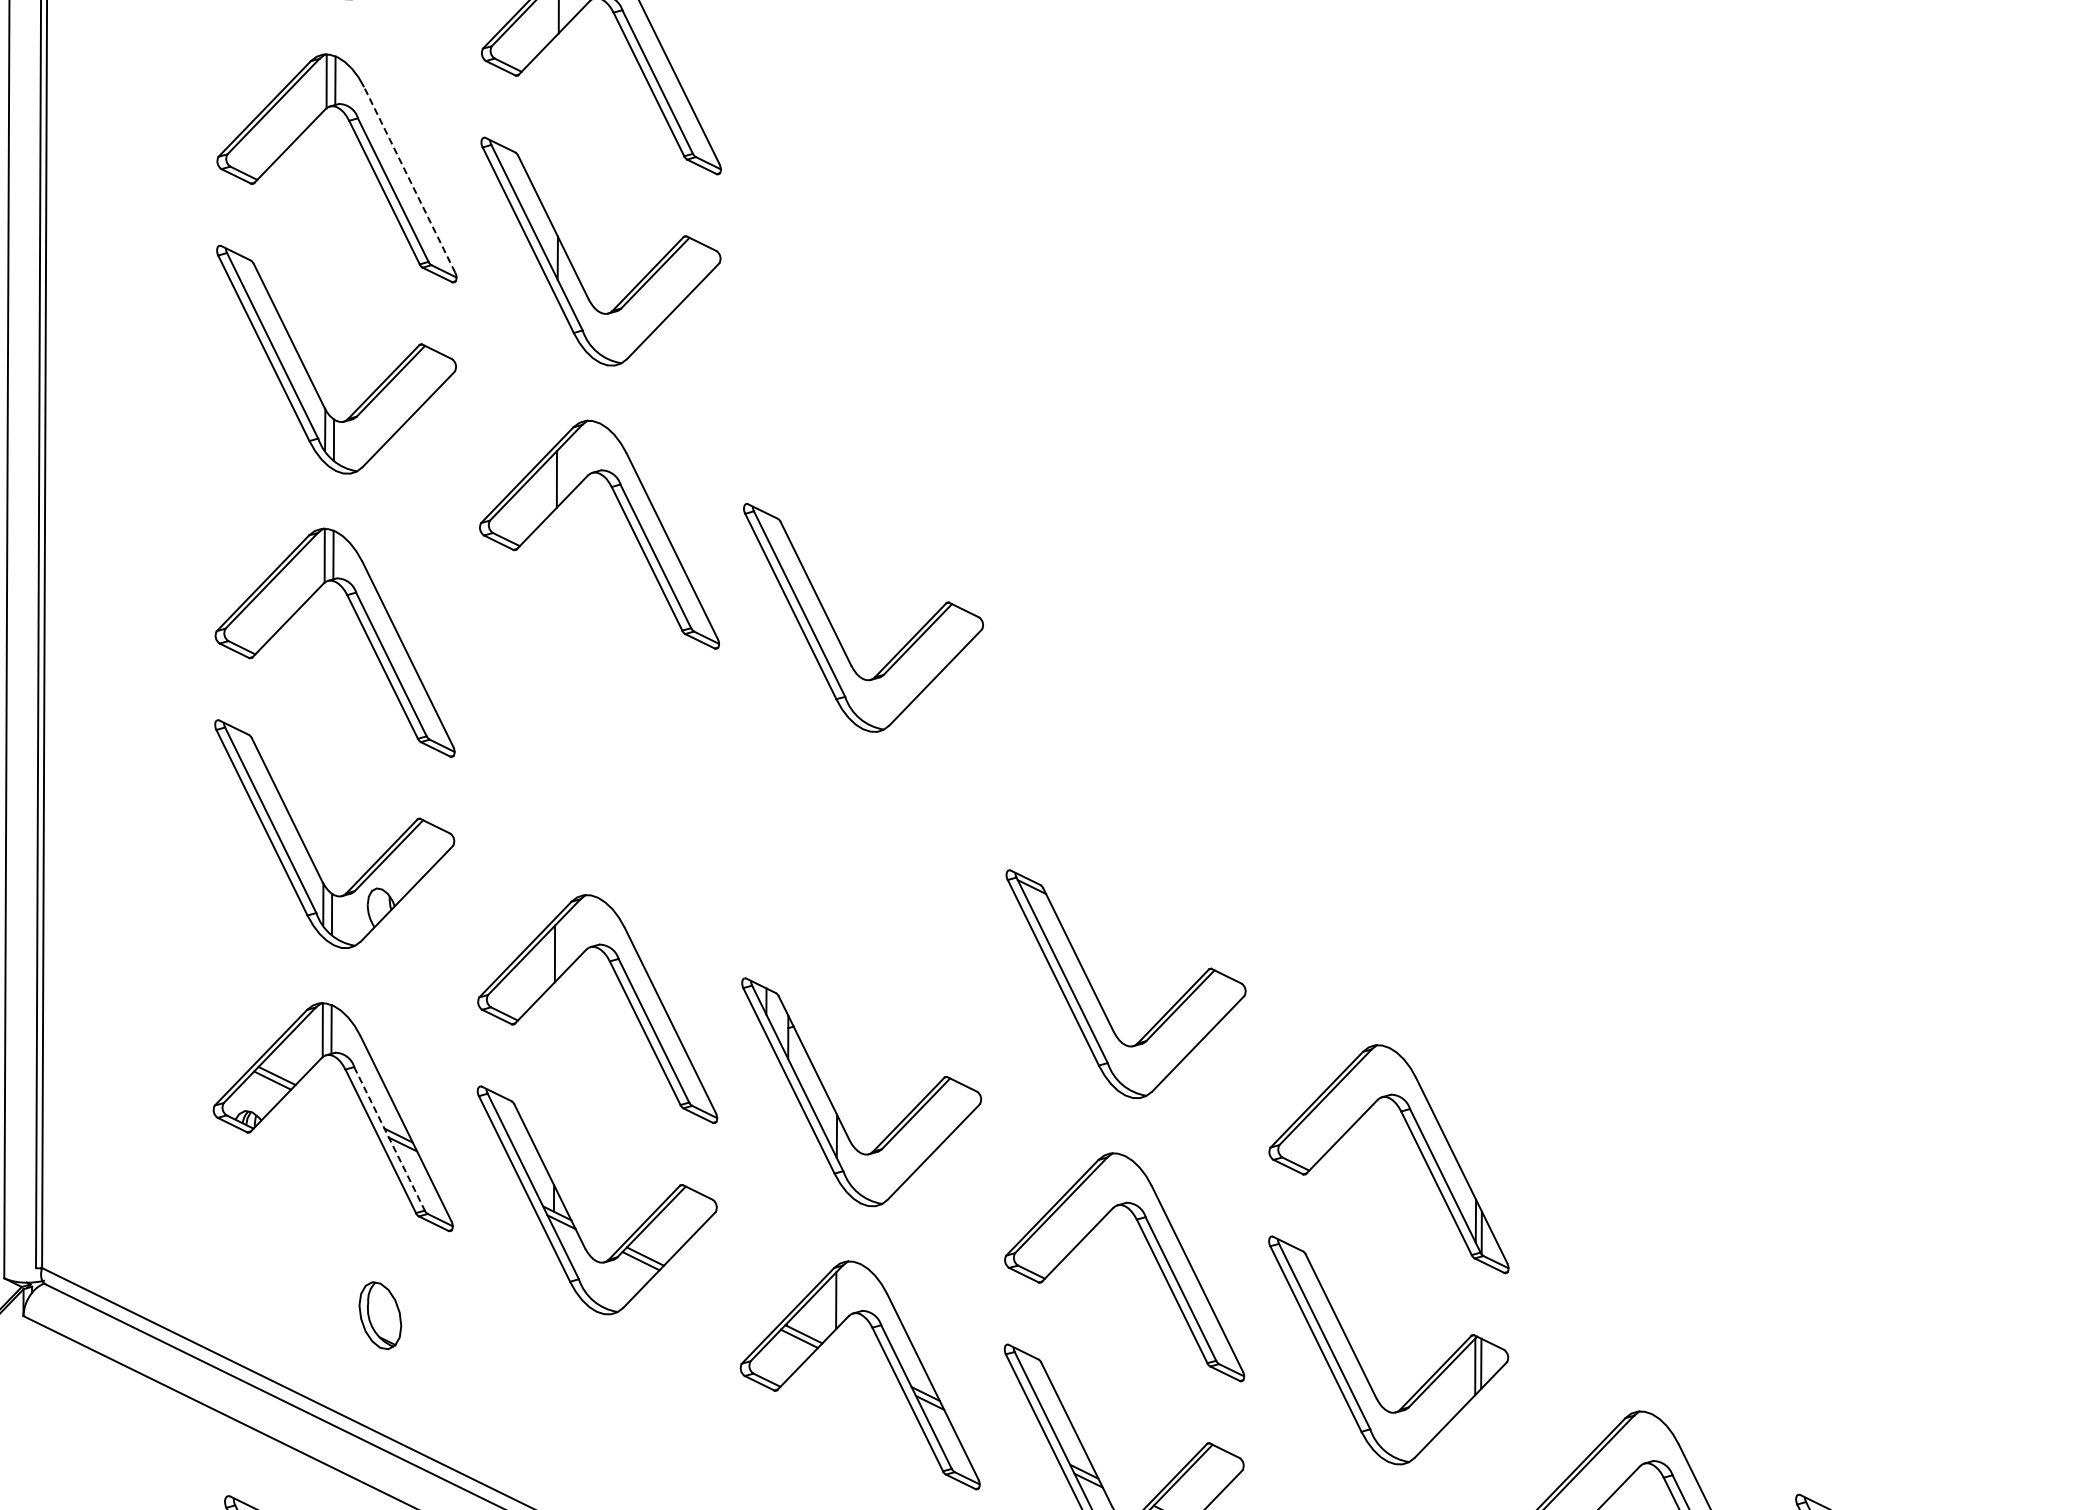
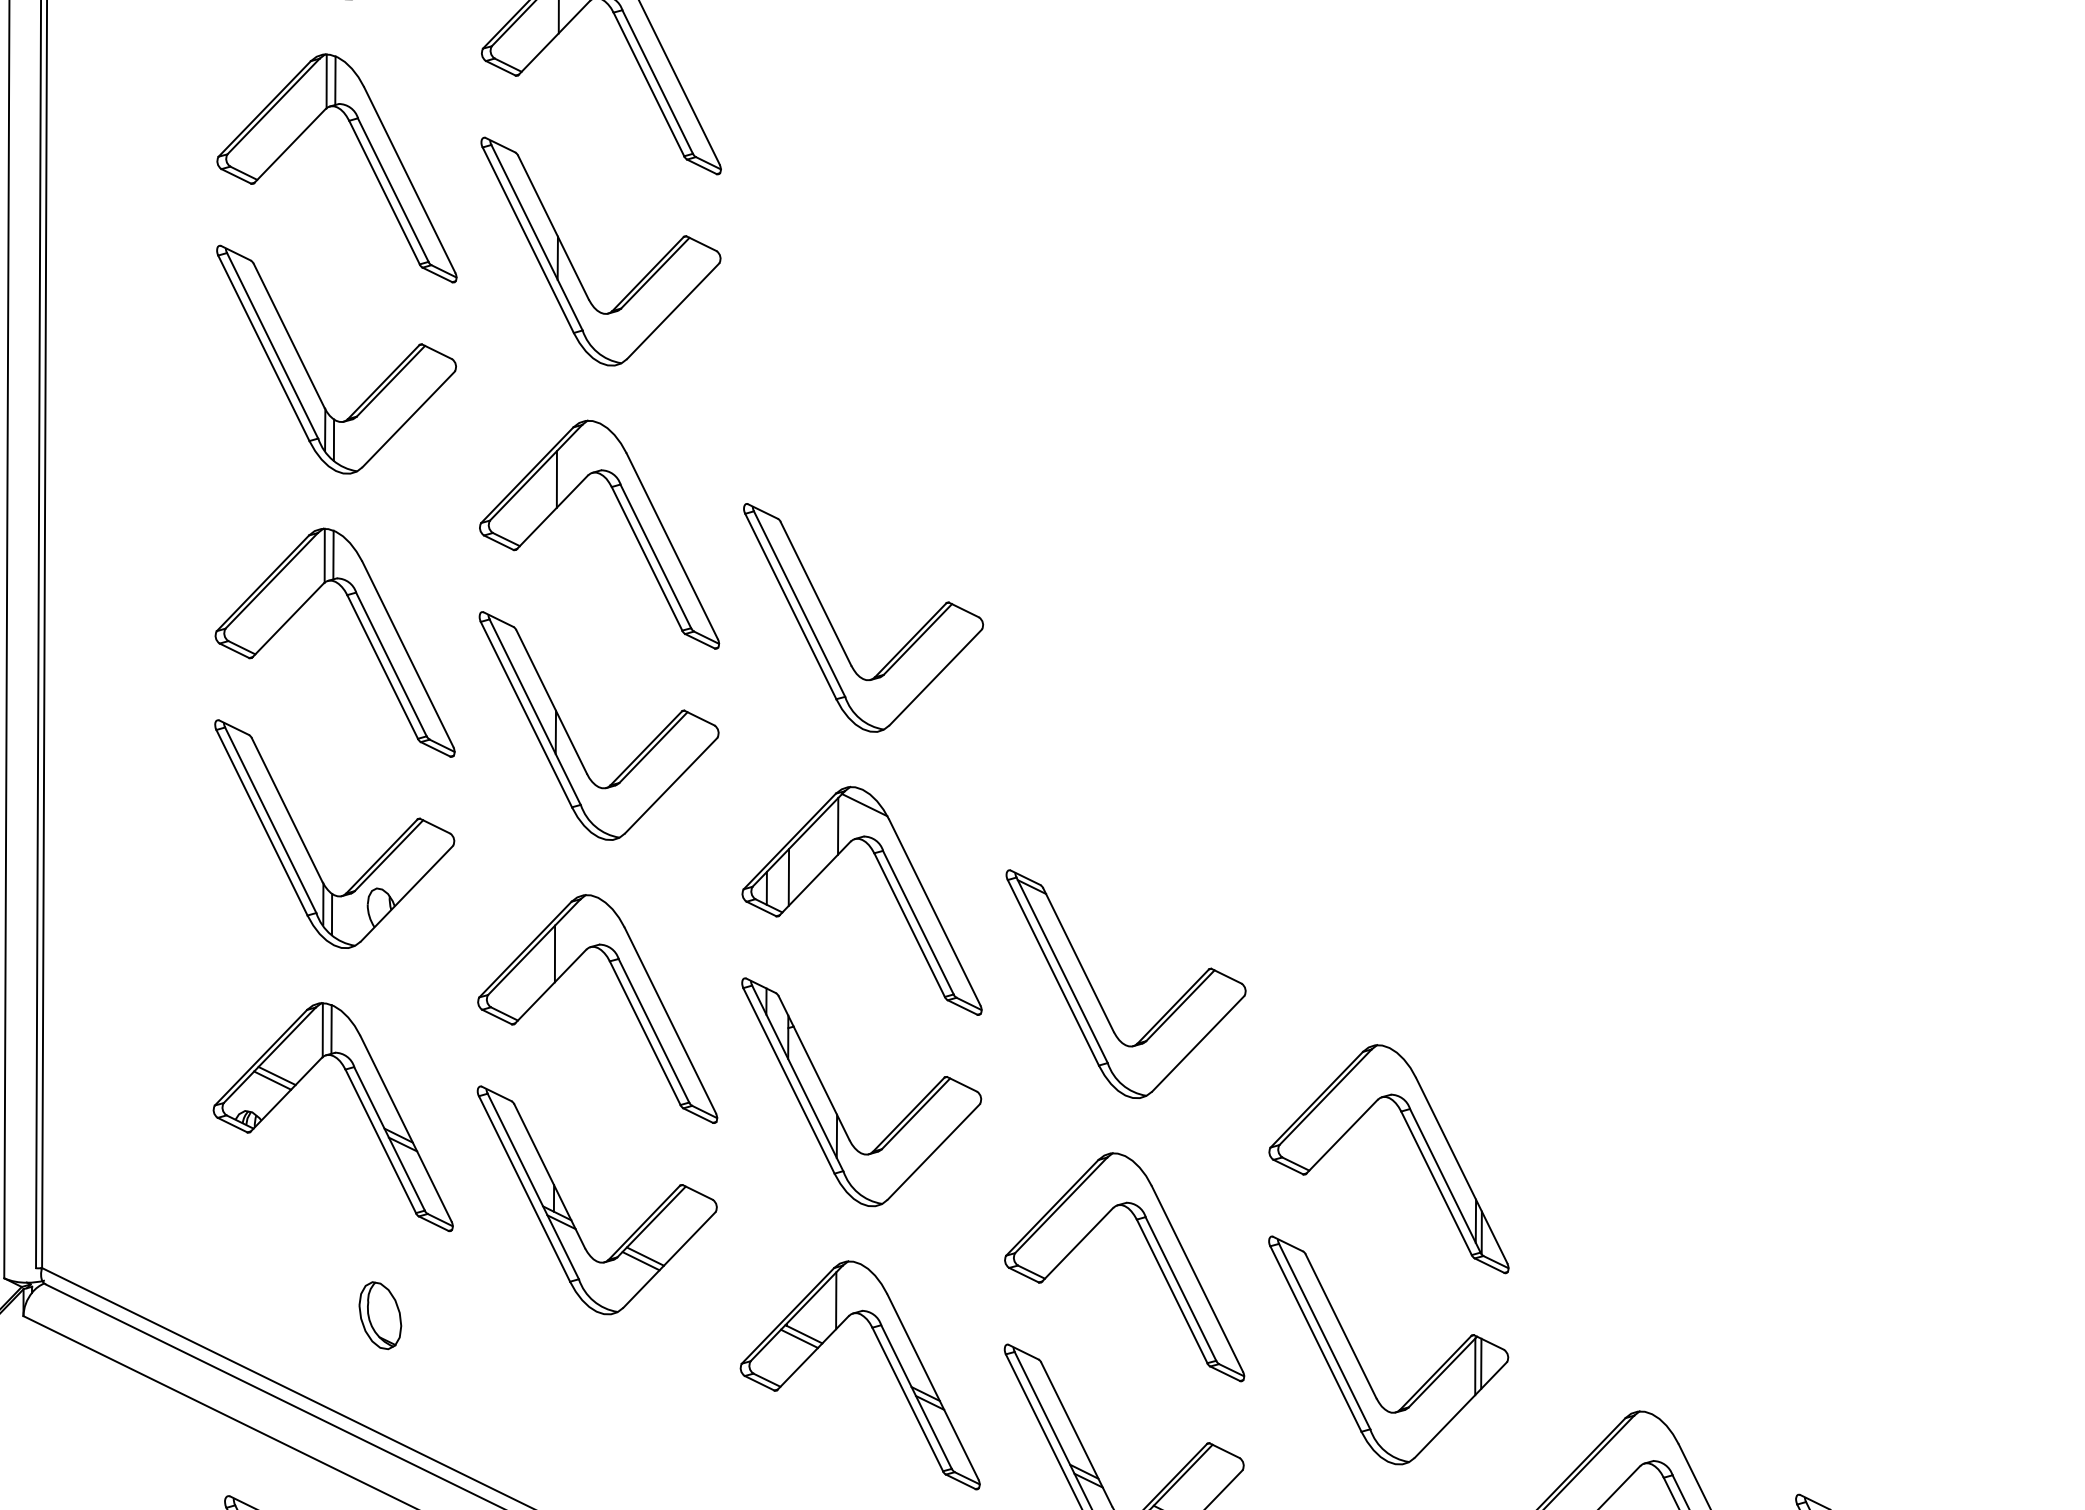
line at (409, 179): dashed -> solid
part at (571, 739): none -> present
part at (889, 886): none -> present
line at (389, 1139): dashed -> solid
